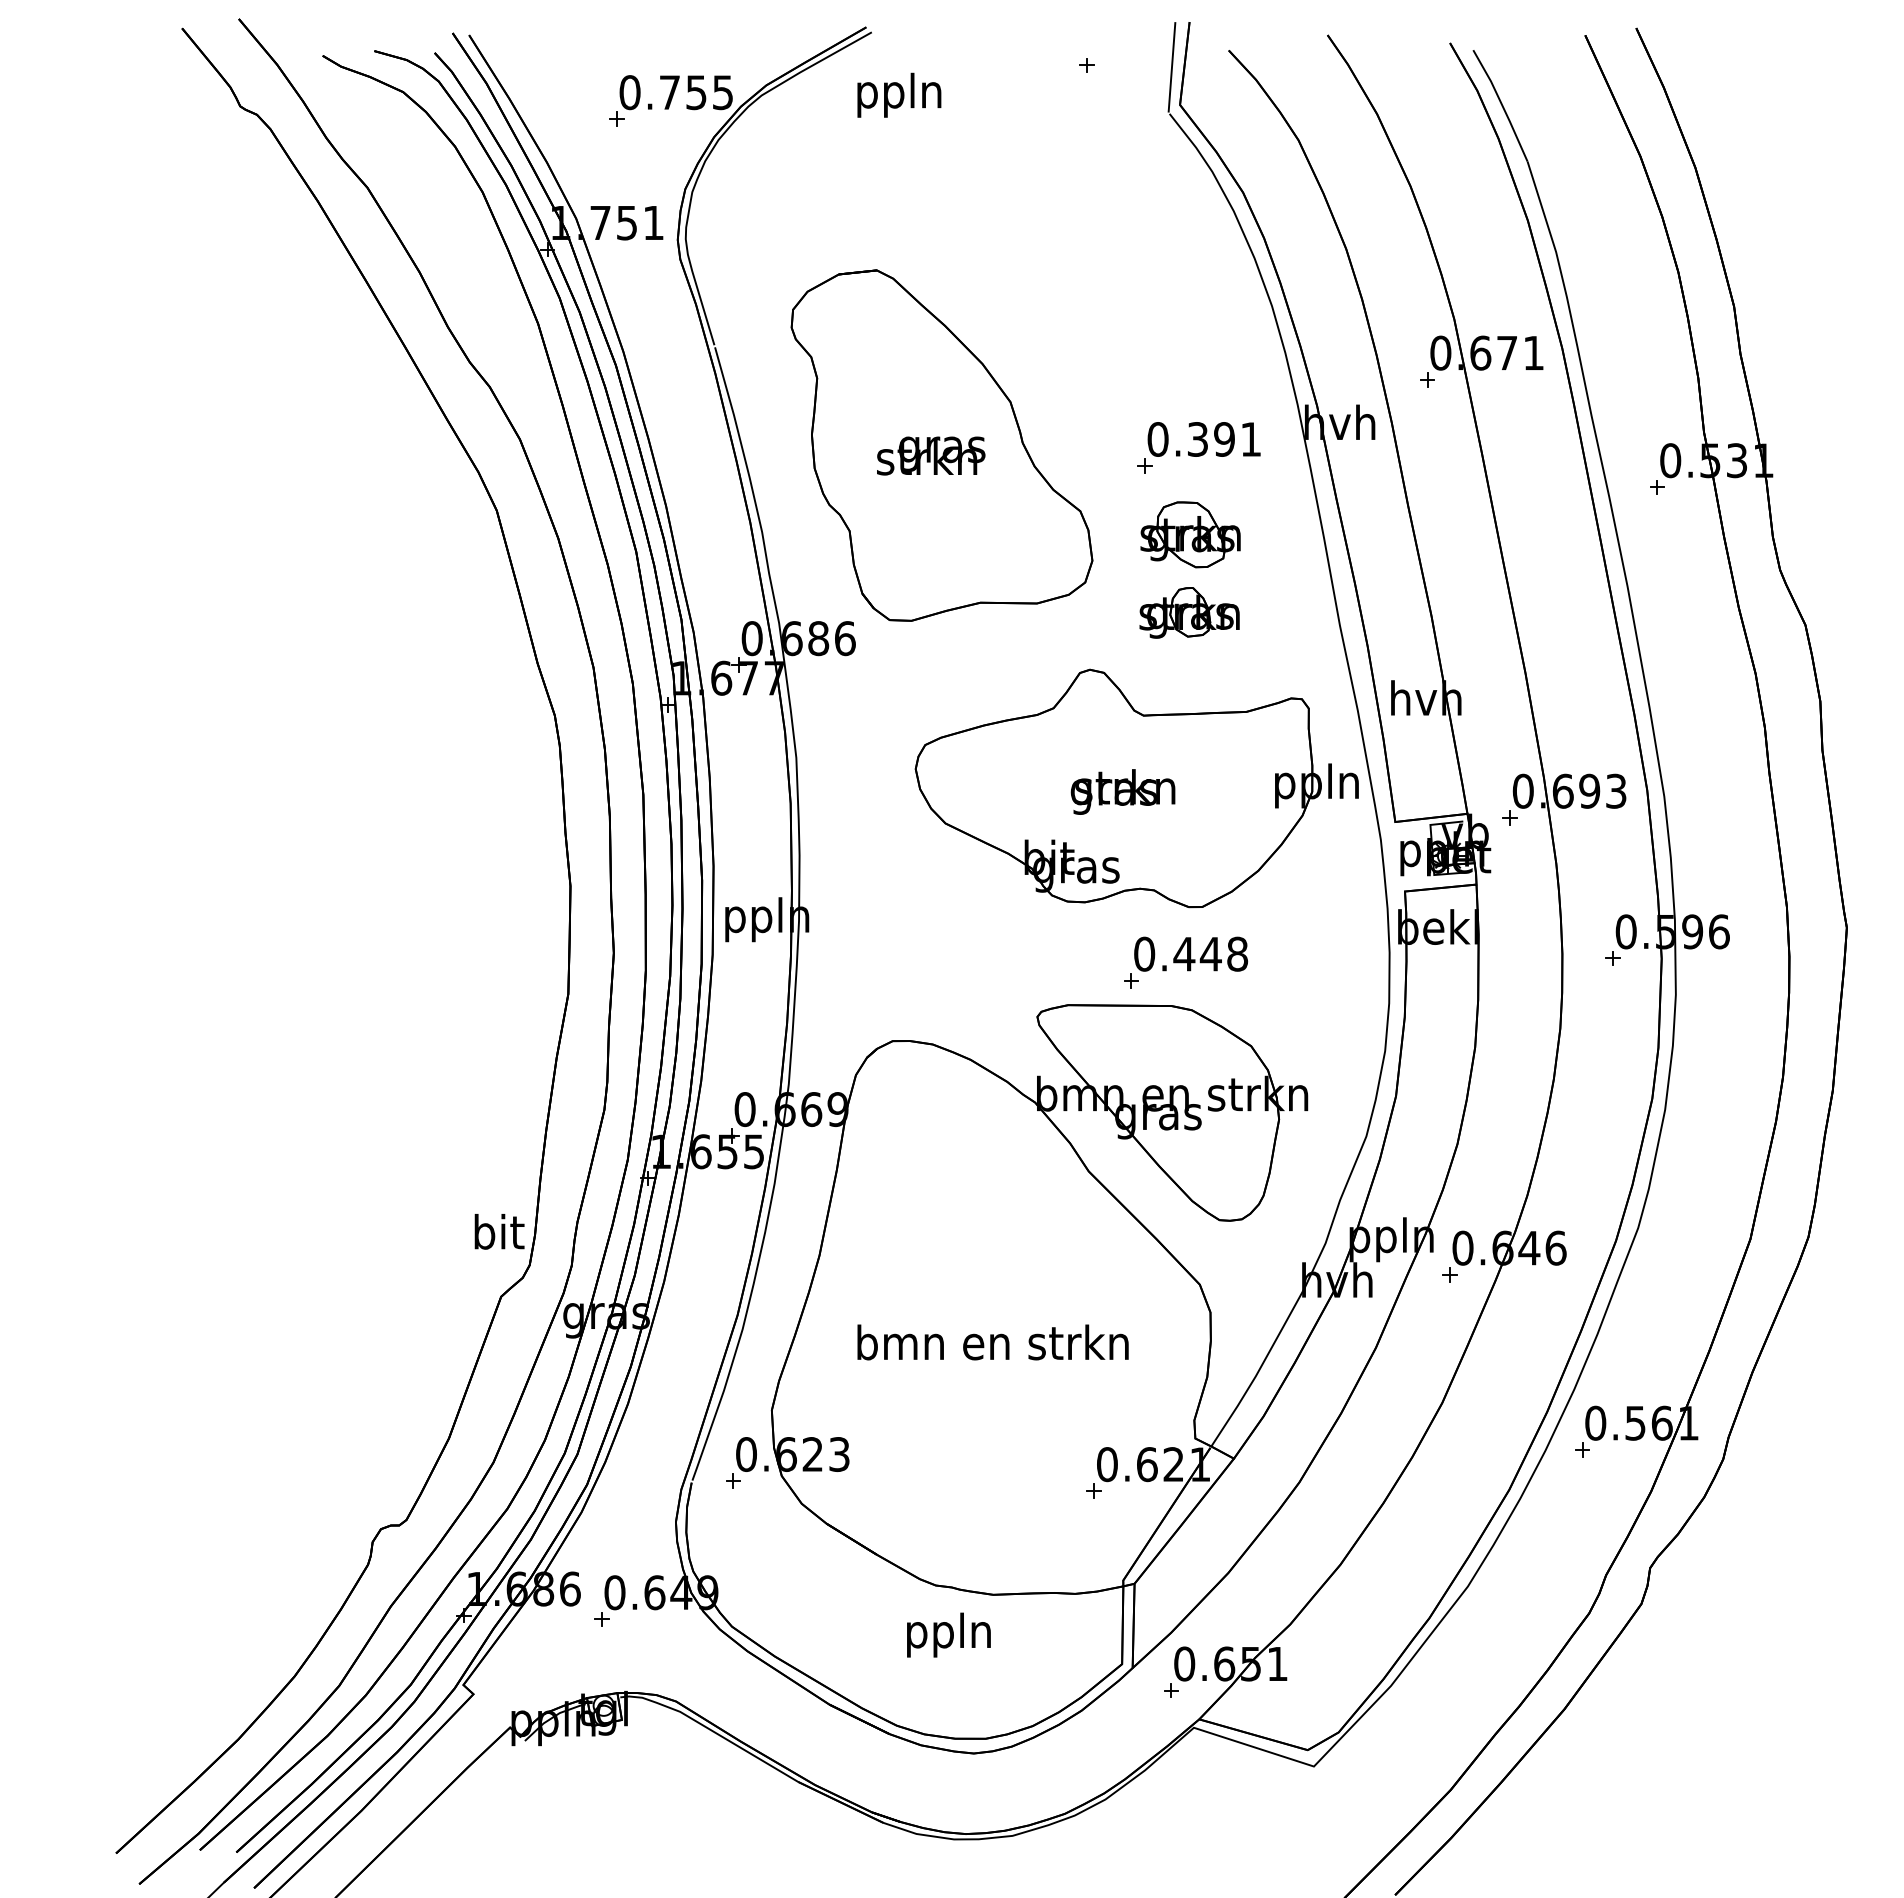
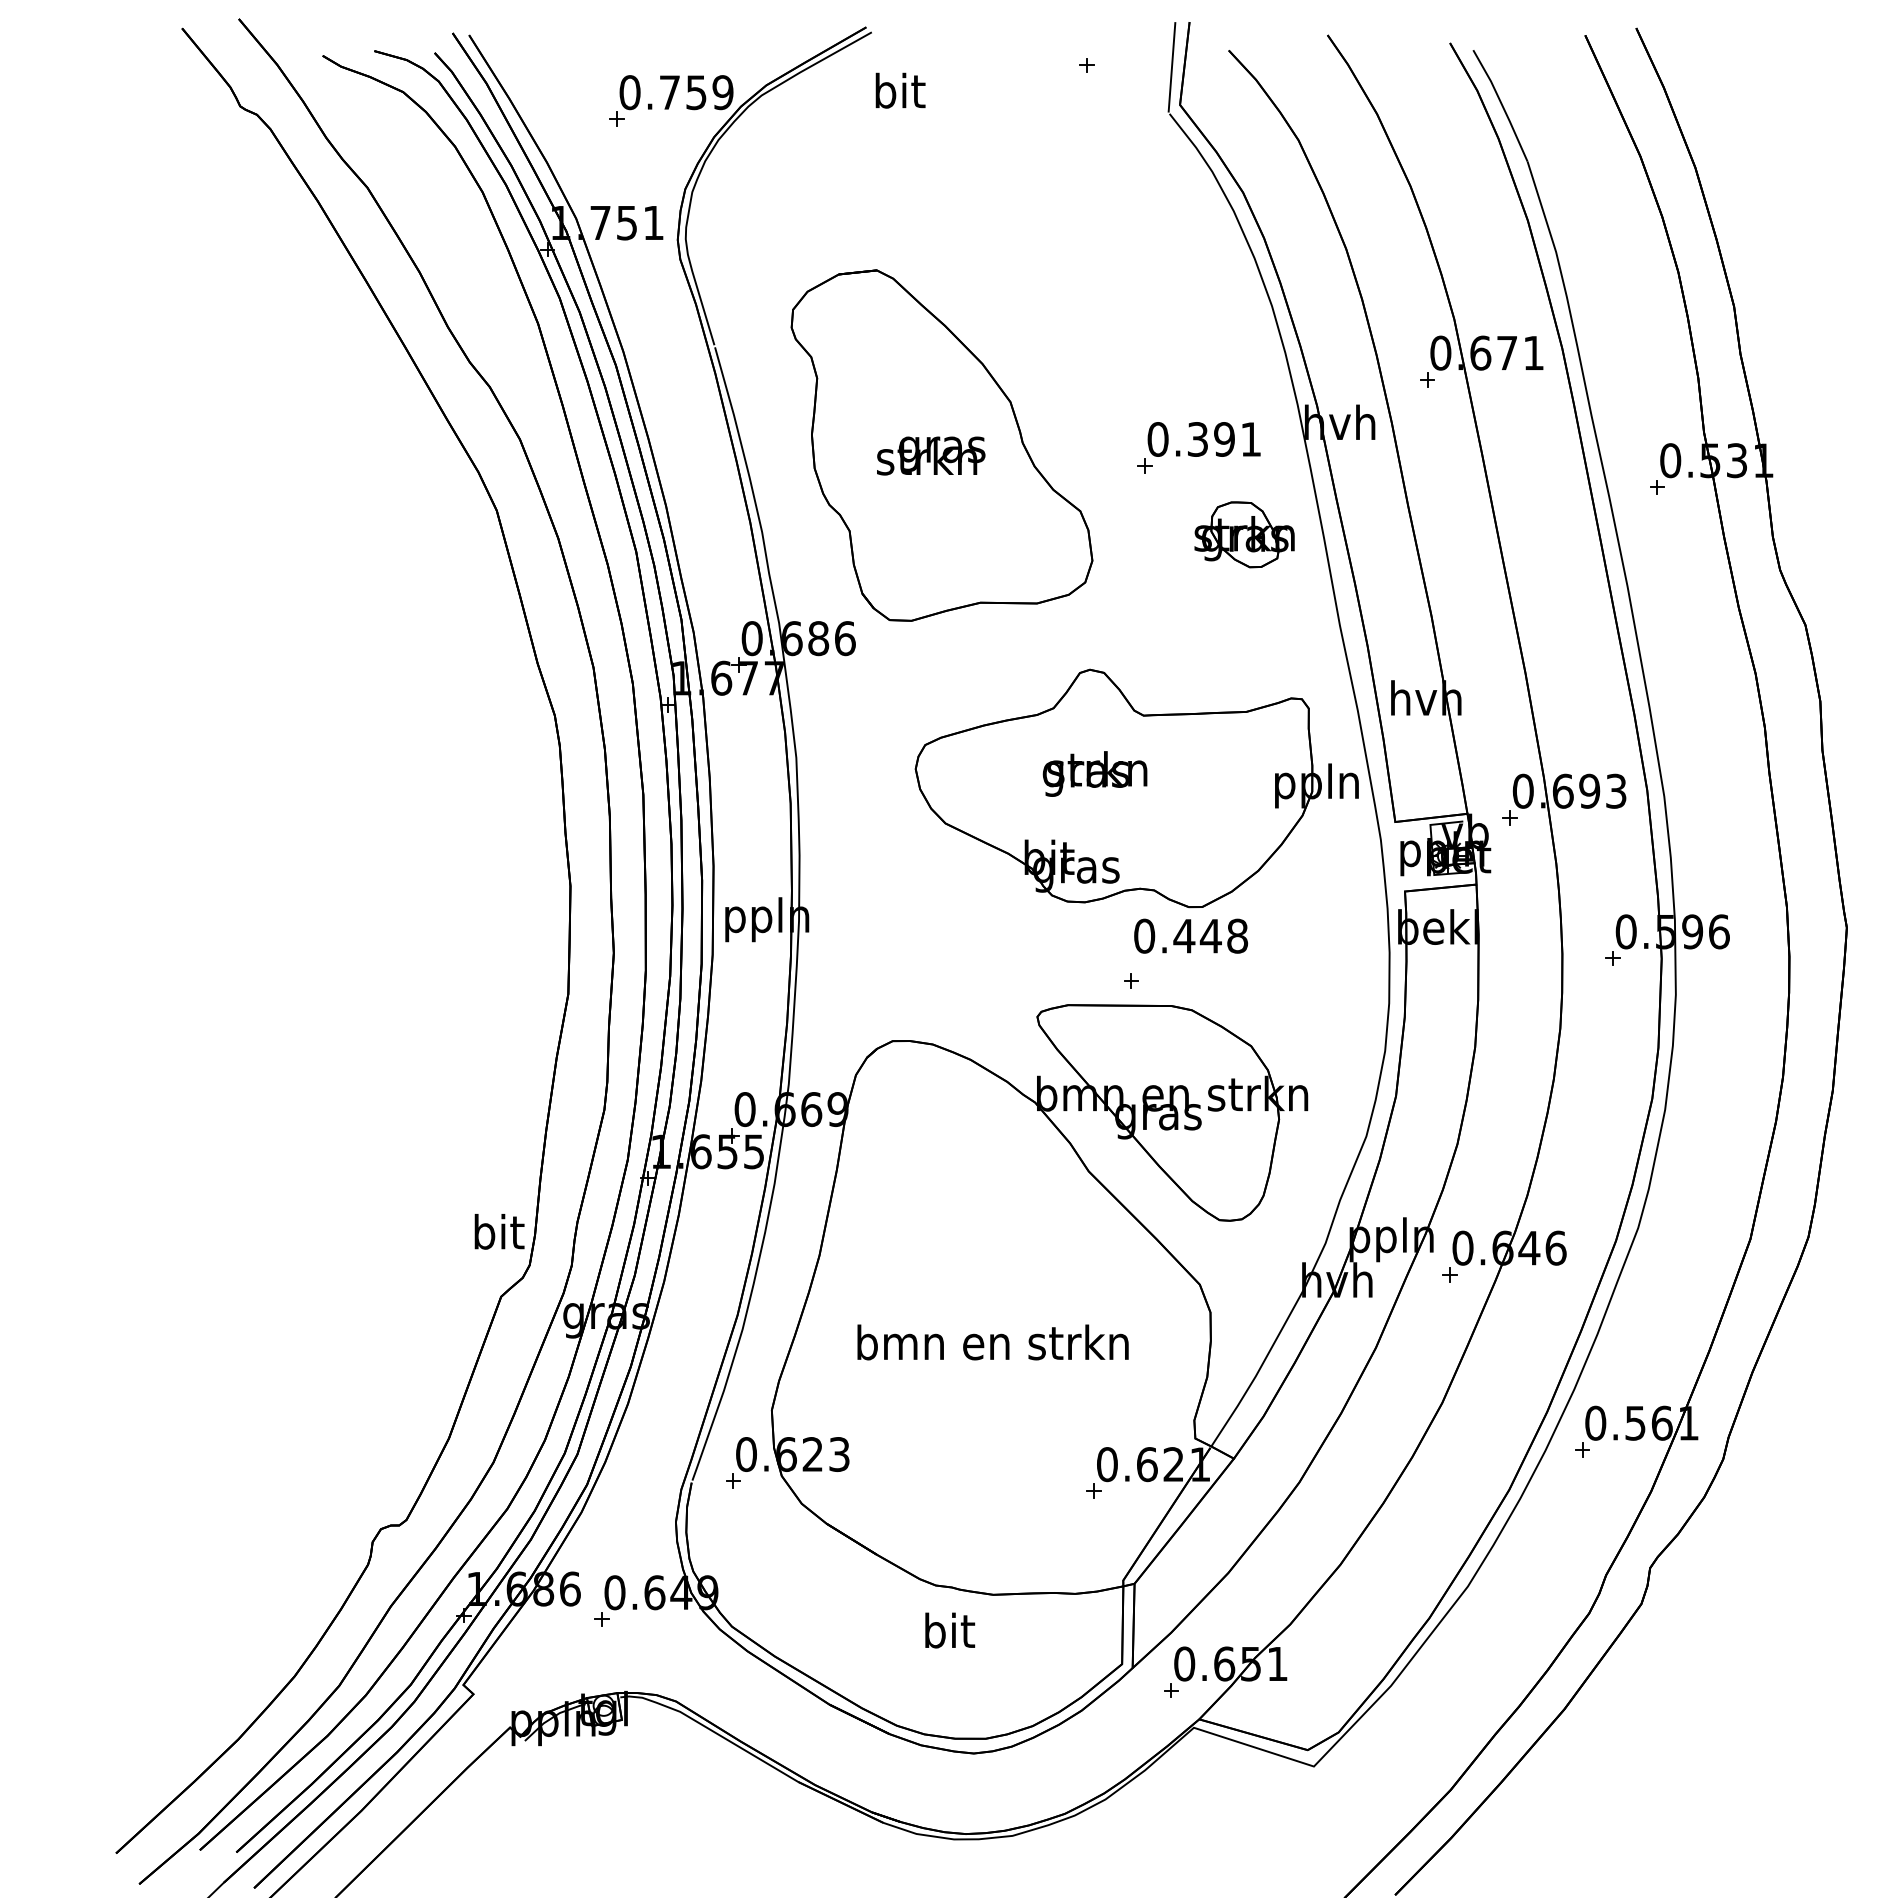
text at (722, 92): 0.755 -> 0.759
text at (899, 94): ppln -> bit
part at (1190, 534) position: (1190, 534) -> (1244, 534)
part at (1189, 612): present -> none
text at (1122, 791) position: (1122, 791) -> (1094, 773)
text at (1191, 953) position: (1191, 953) -> (1191, 935)
text at (948, 1634): ppln -> bit
